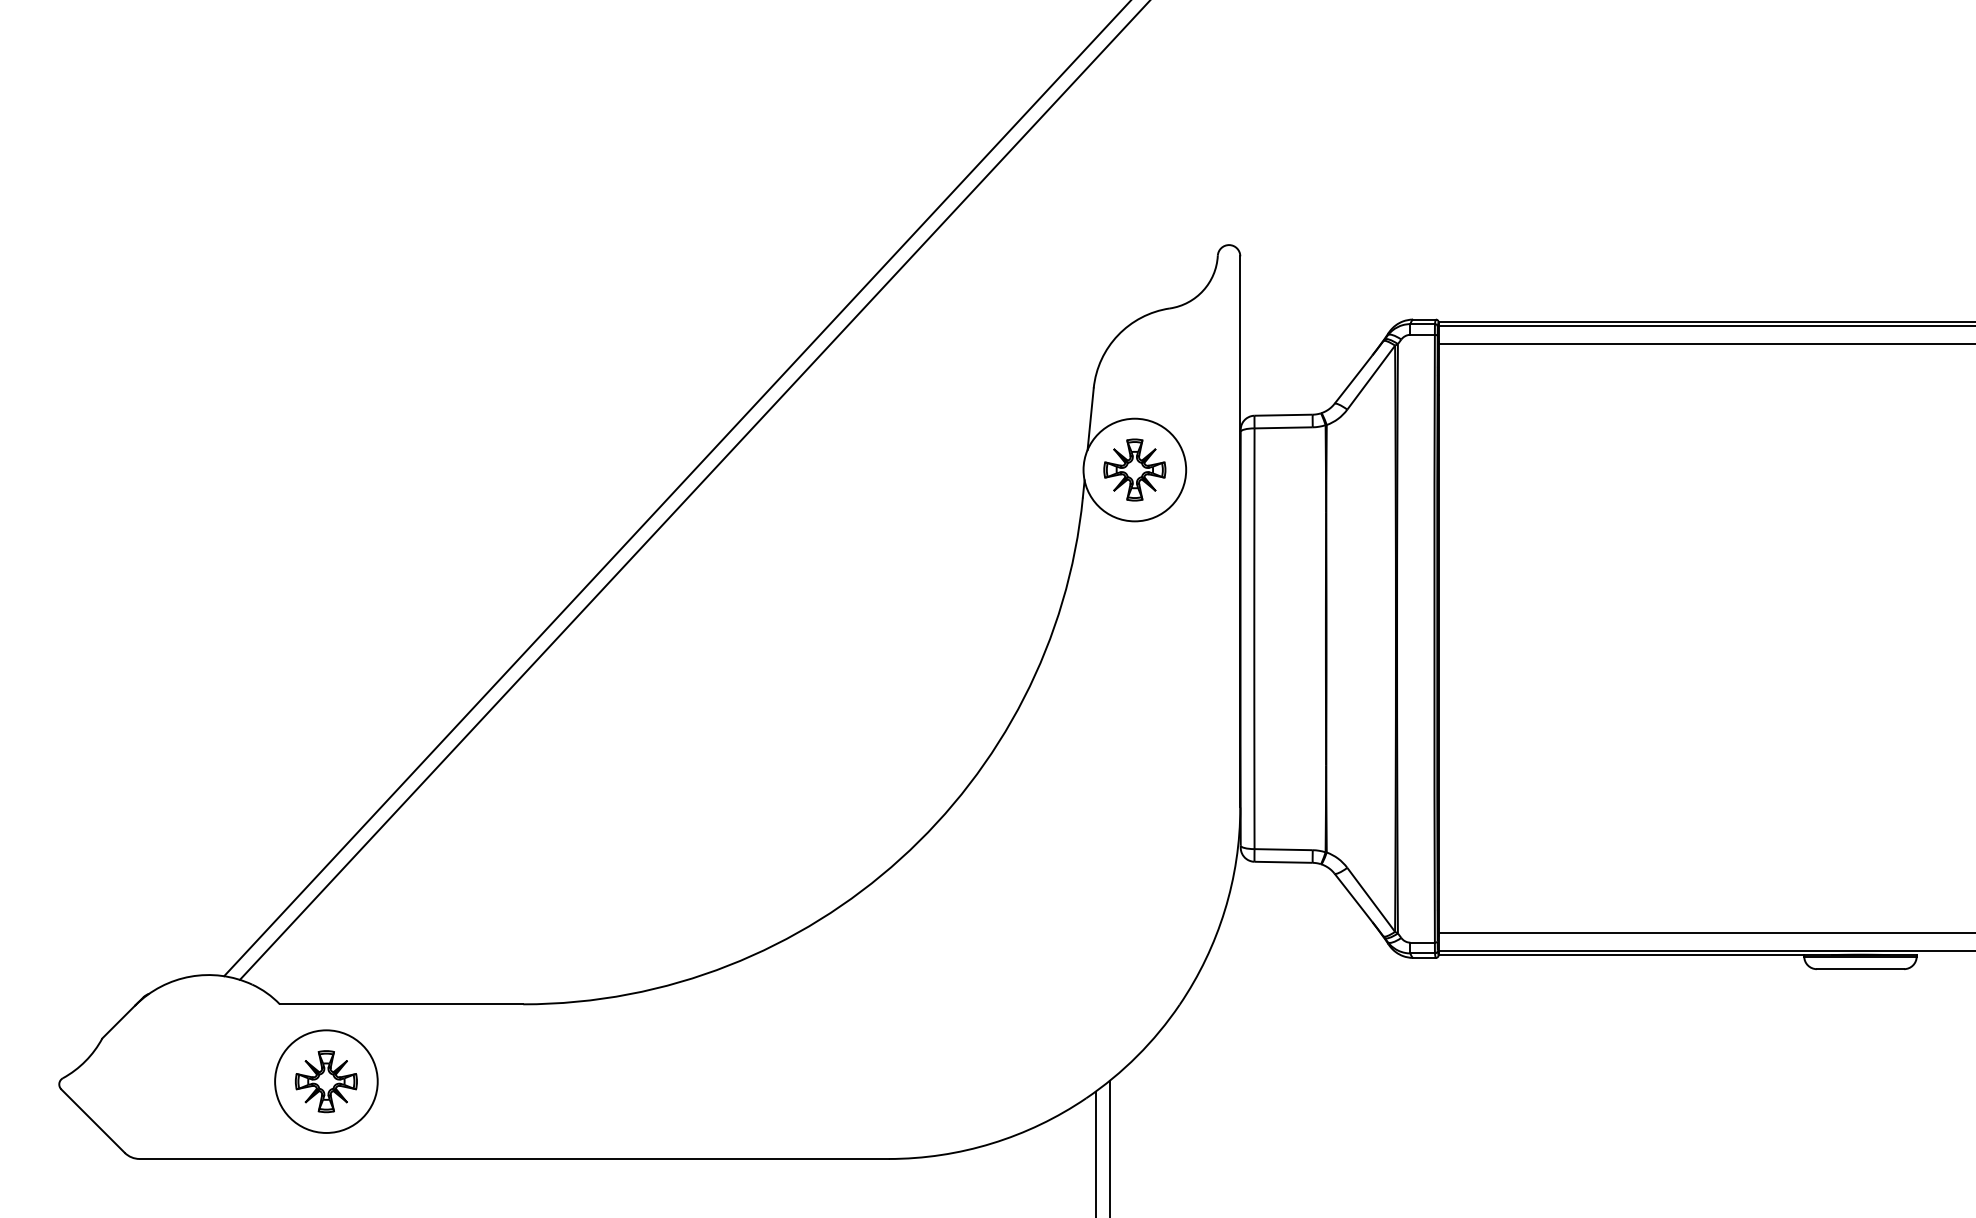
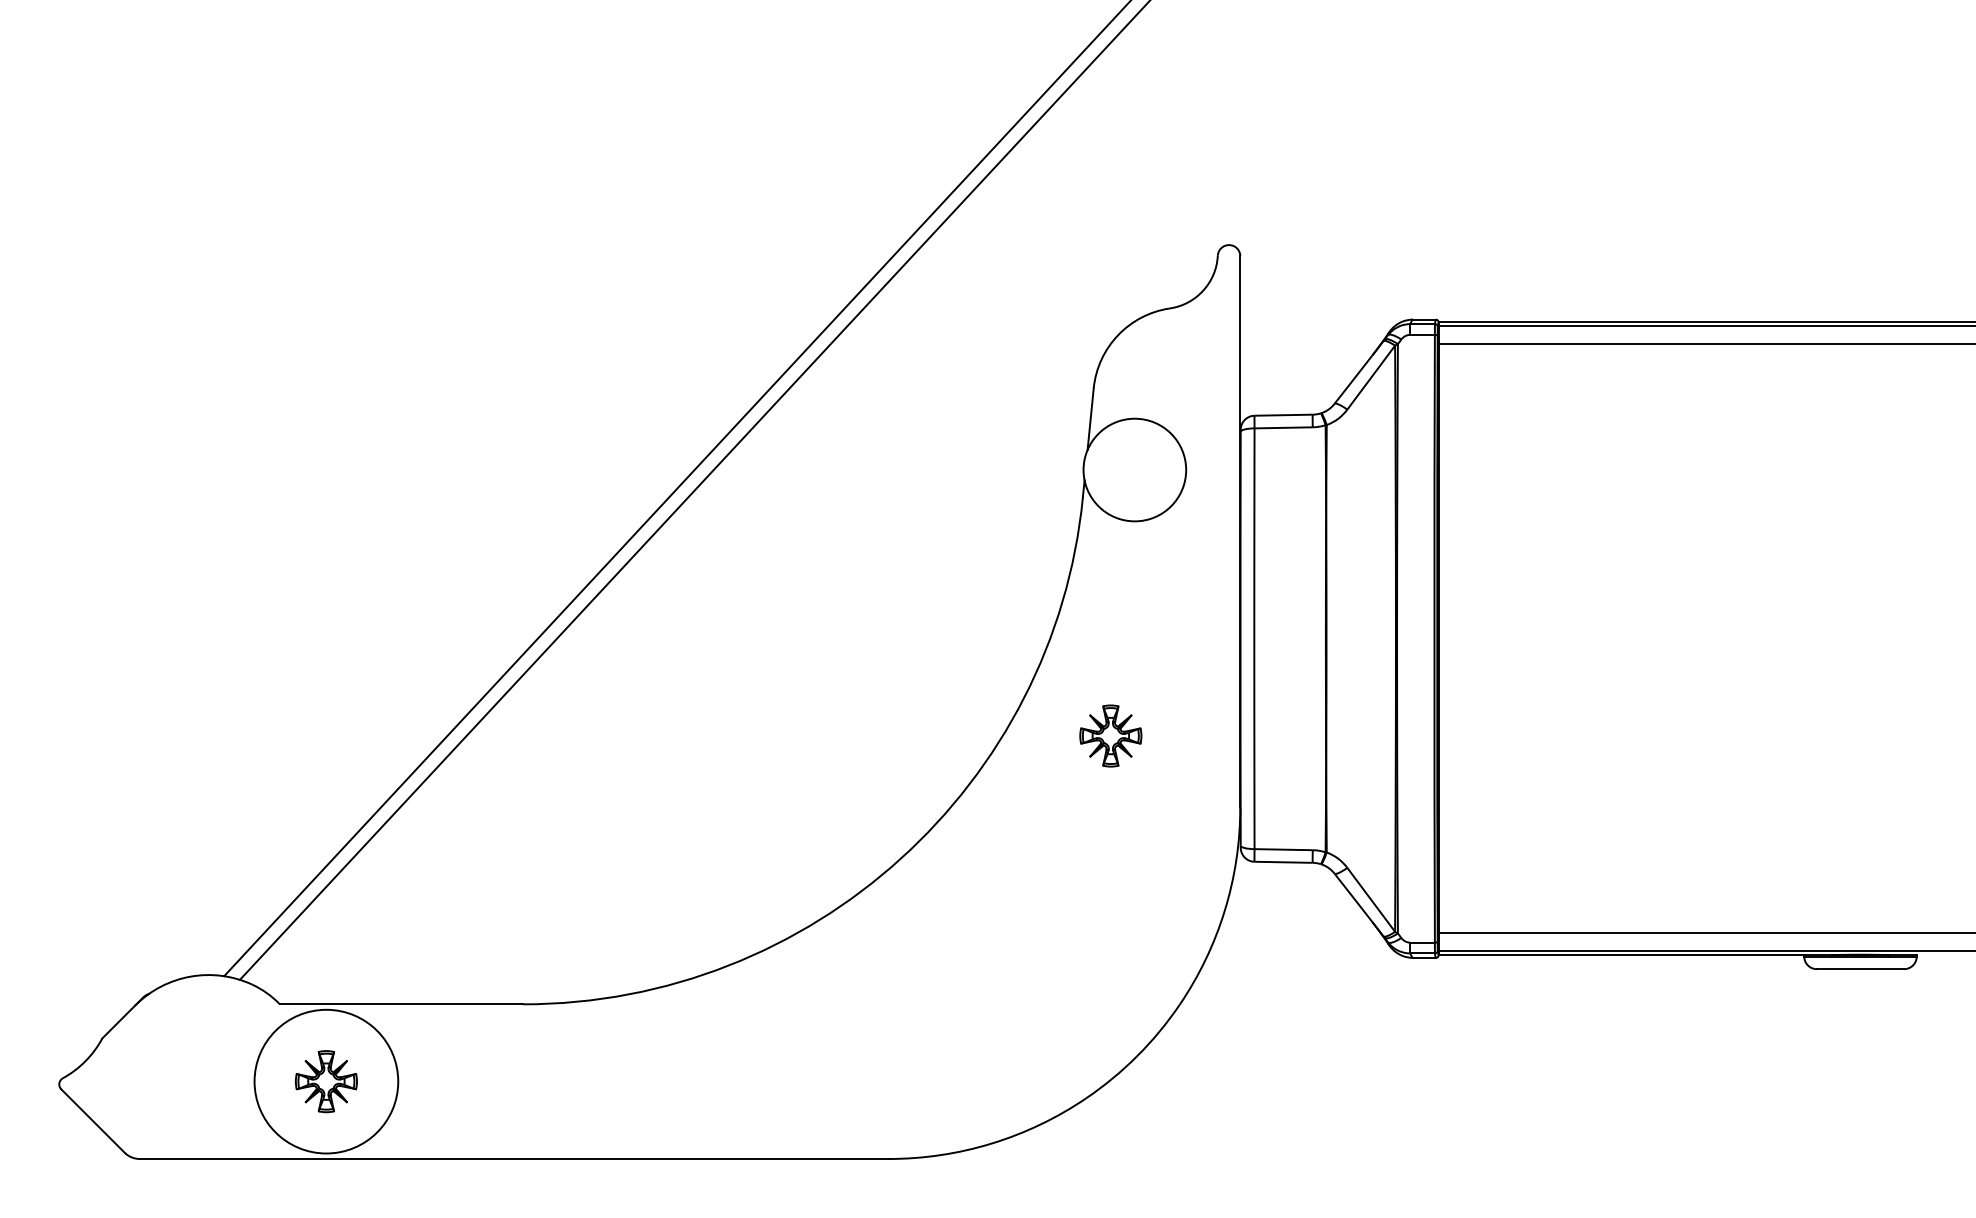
part at (1134, 469) position: (1134, 469) -> (1110, 735)
circle at (326, 1081) diameter: 103 px -> 144 px
line at (1109, 1147): present -> none
line at (1095, 1152): present -> none
